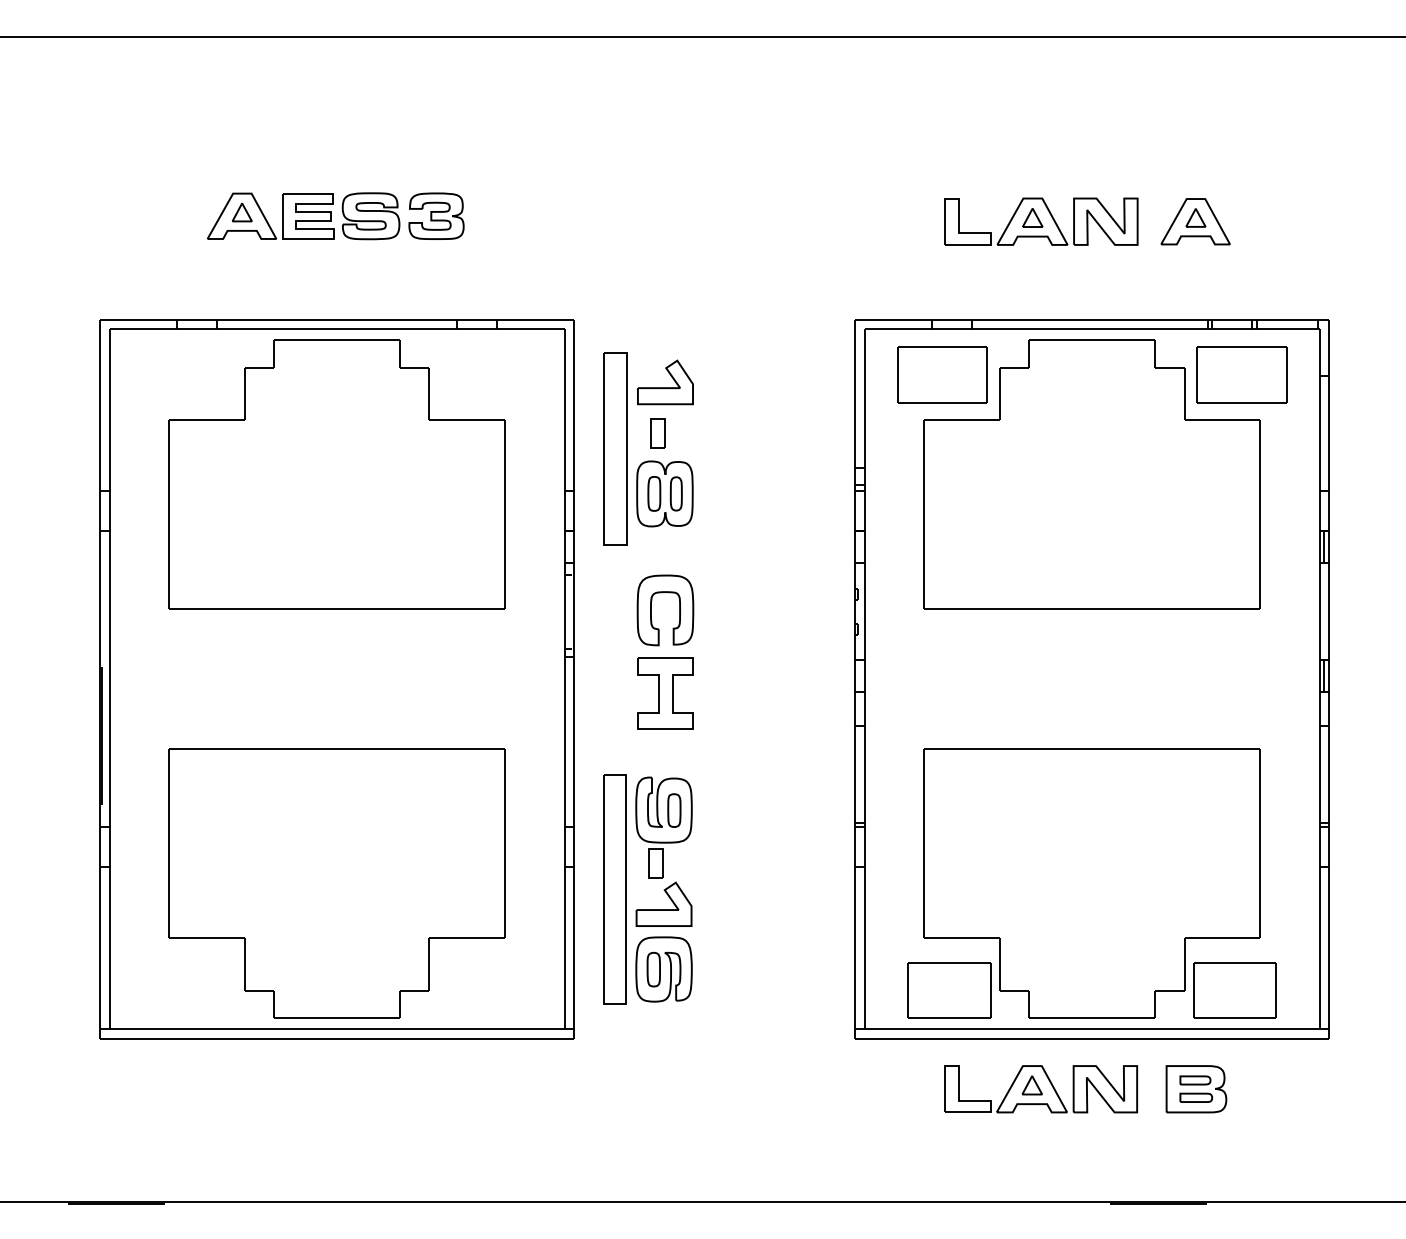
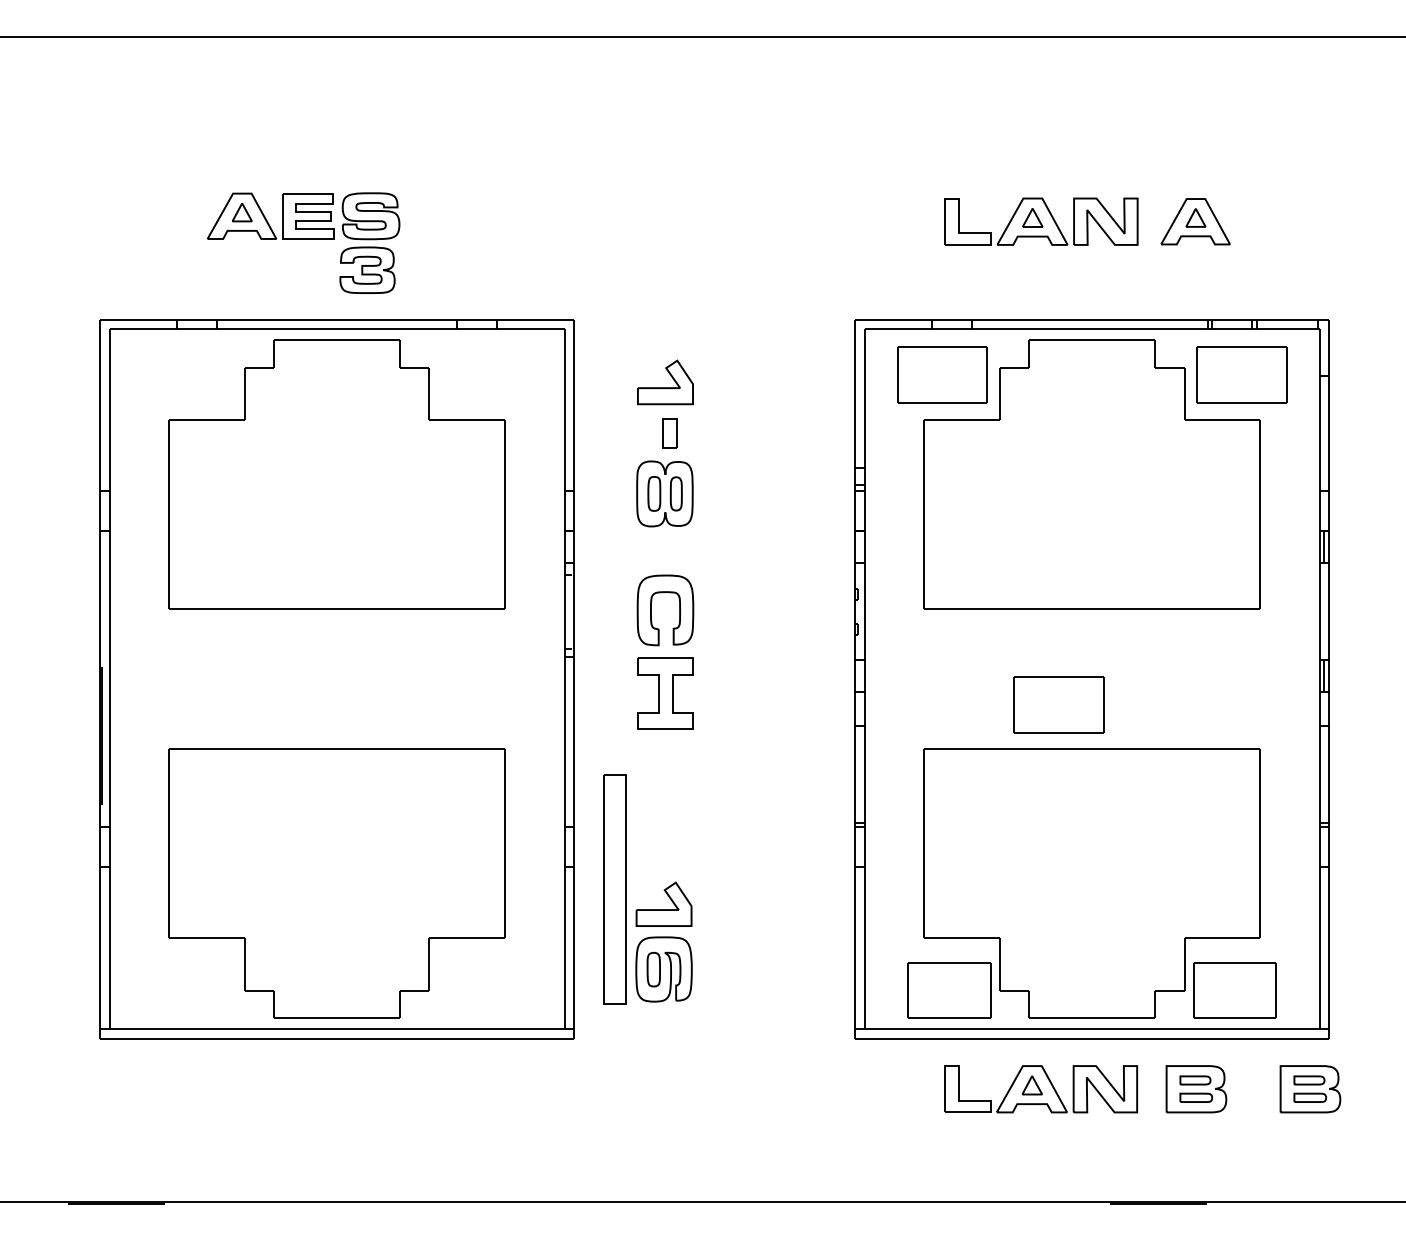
part at (436, 215) position: (436, 215) -> (367, 269)
part at (657, 433) position: (657, 433) -> (669, 433)
part at (615, 448): present -> none
part at (1058, 704): none -> present
part at (663, 827): present -> none
part at (1310, 1089): none -> present
